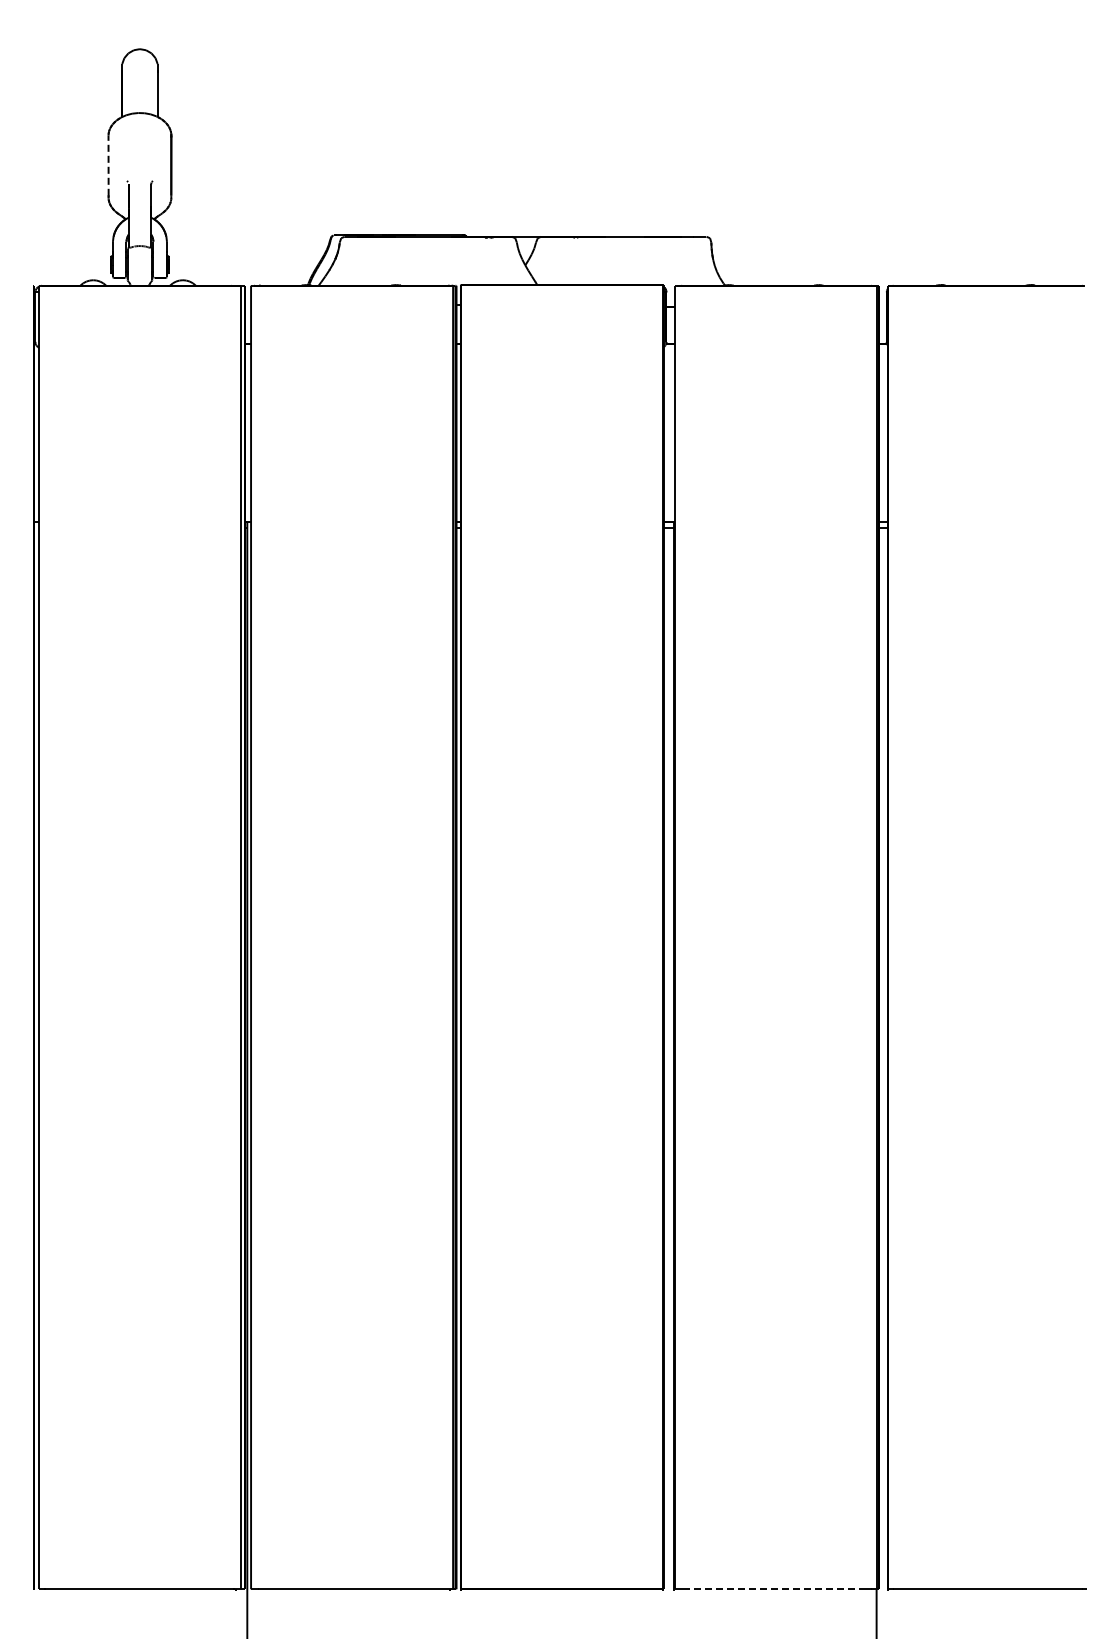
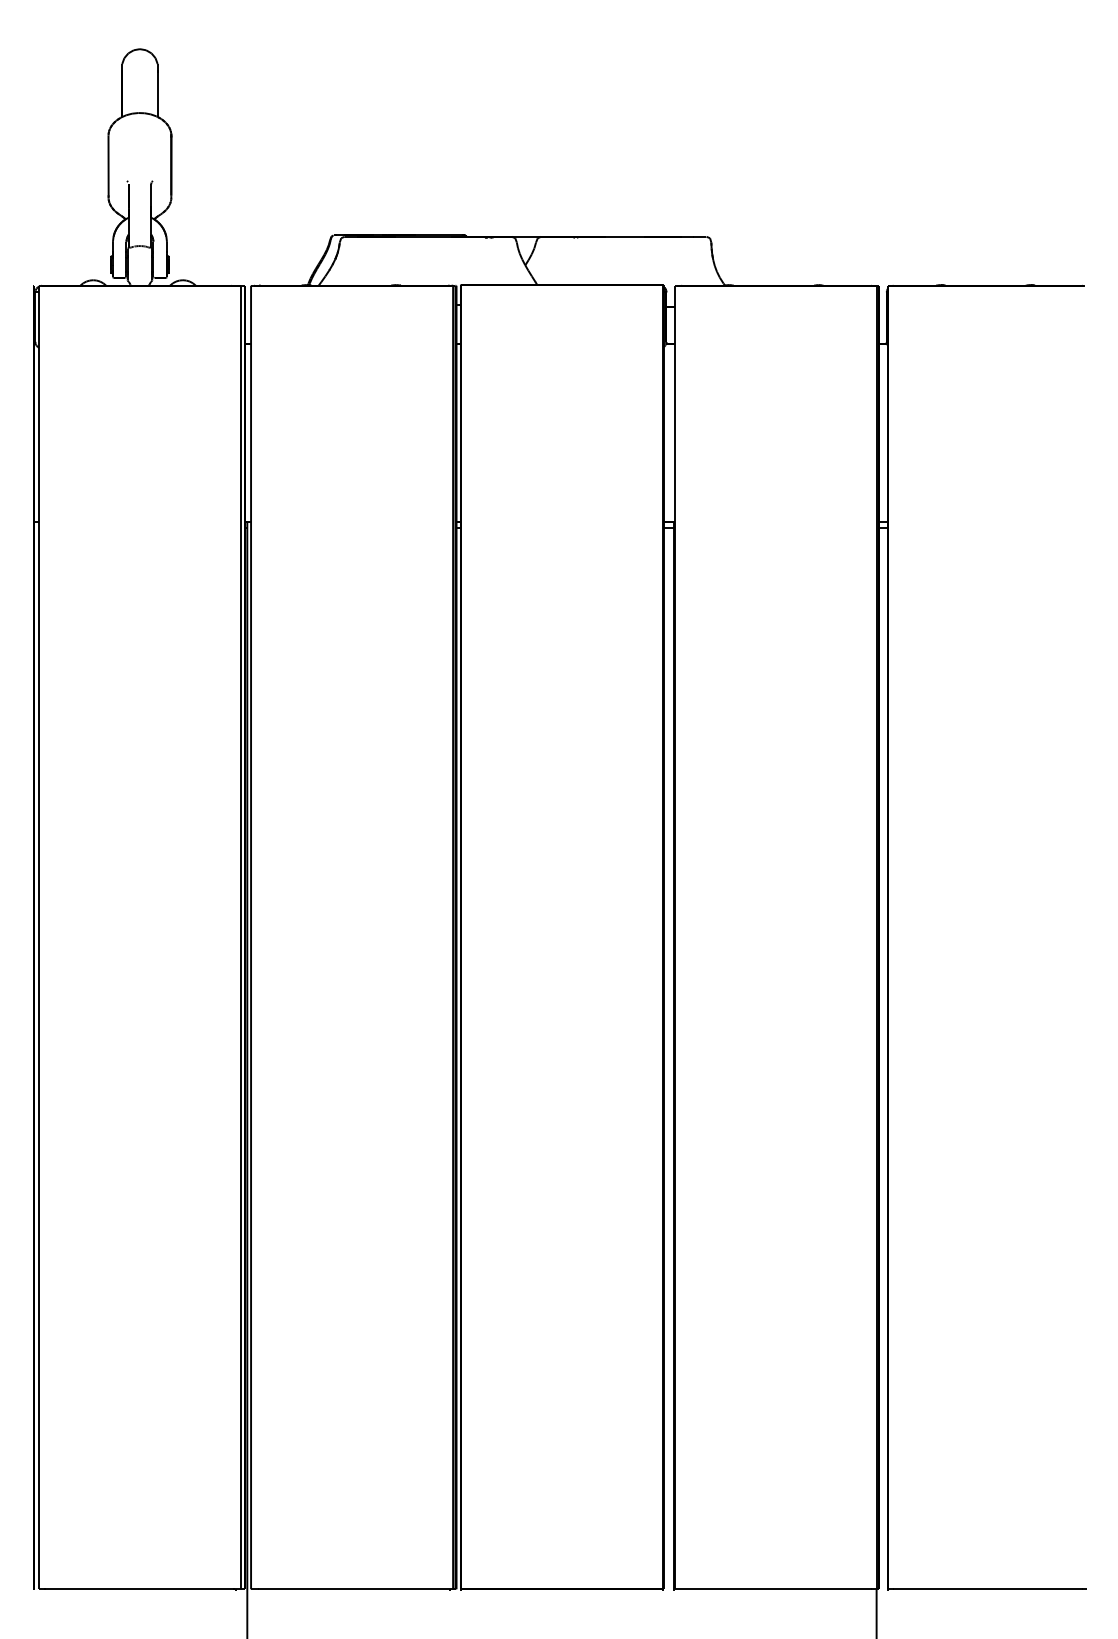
line at (108, 165): dashed -> solid
line at (776, 1589): dashed -> solid
